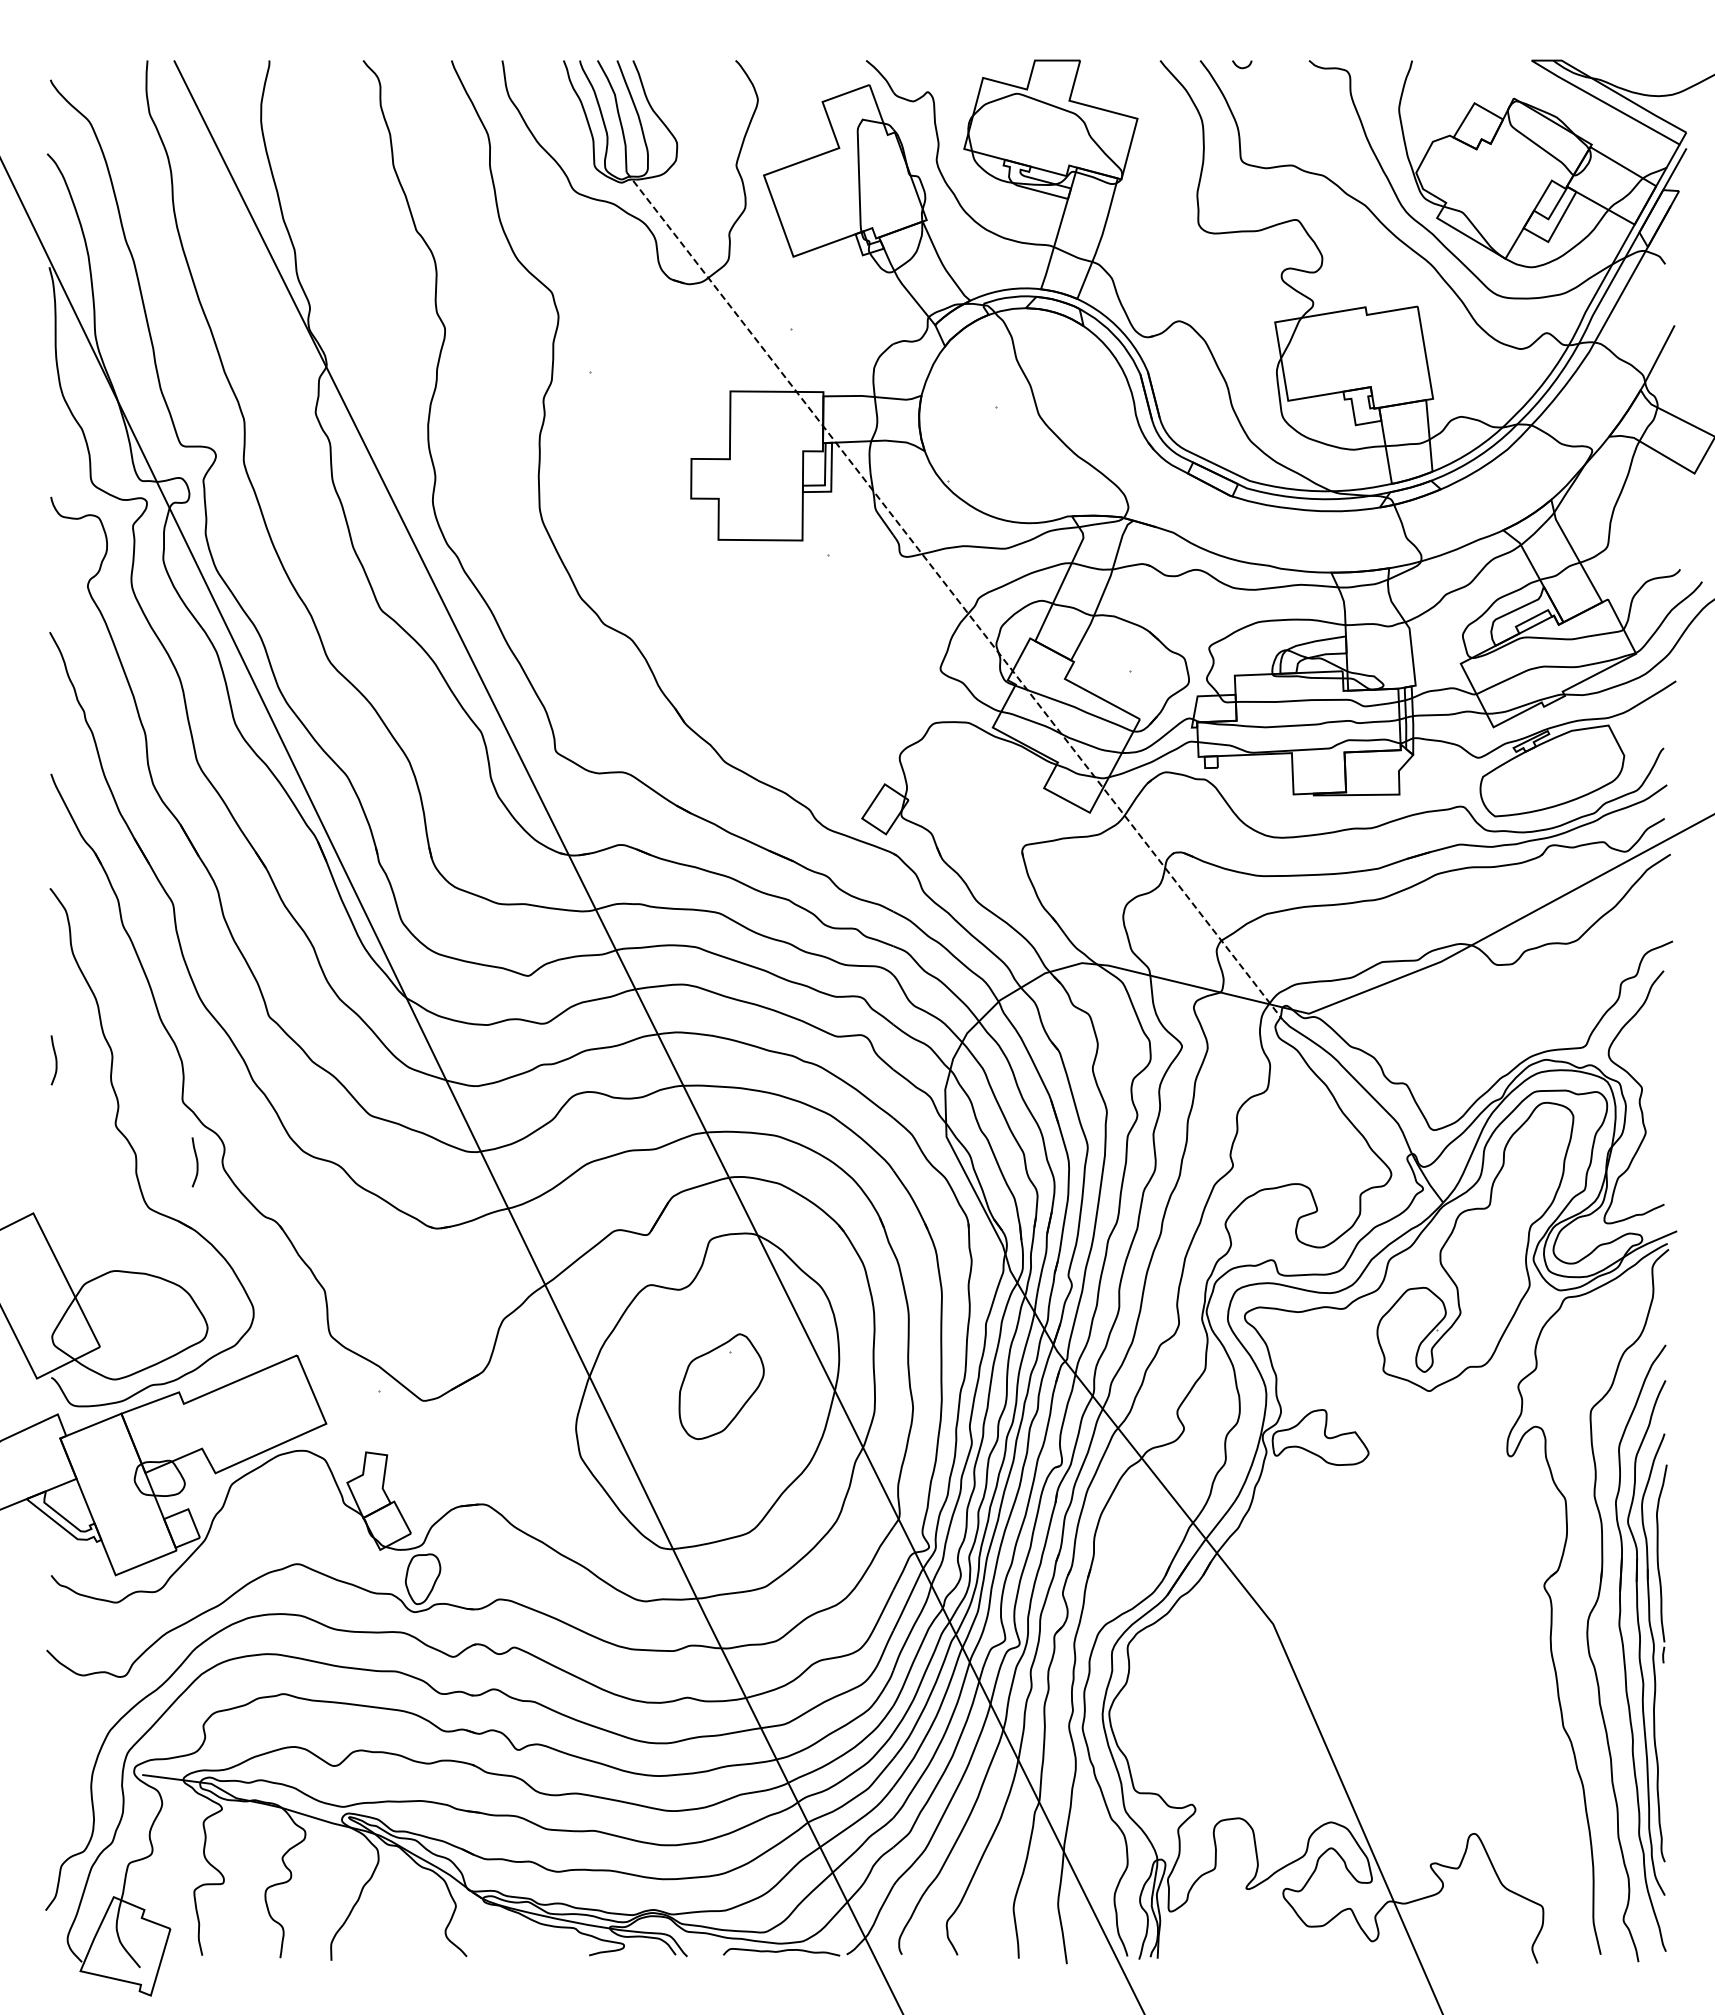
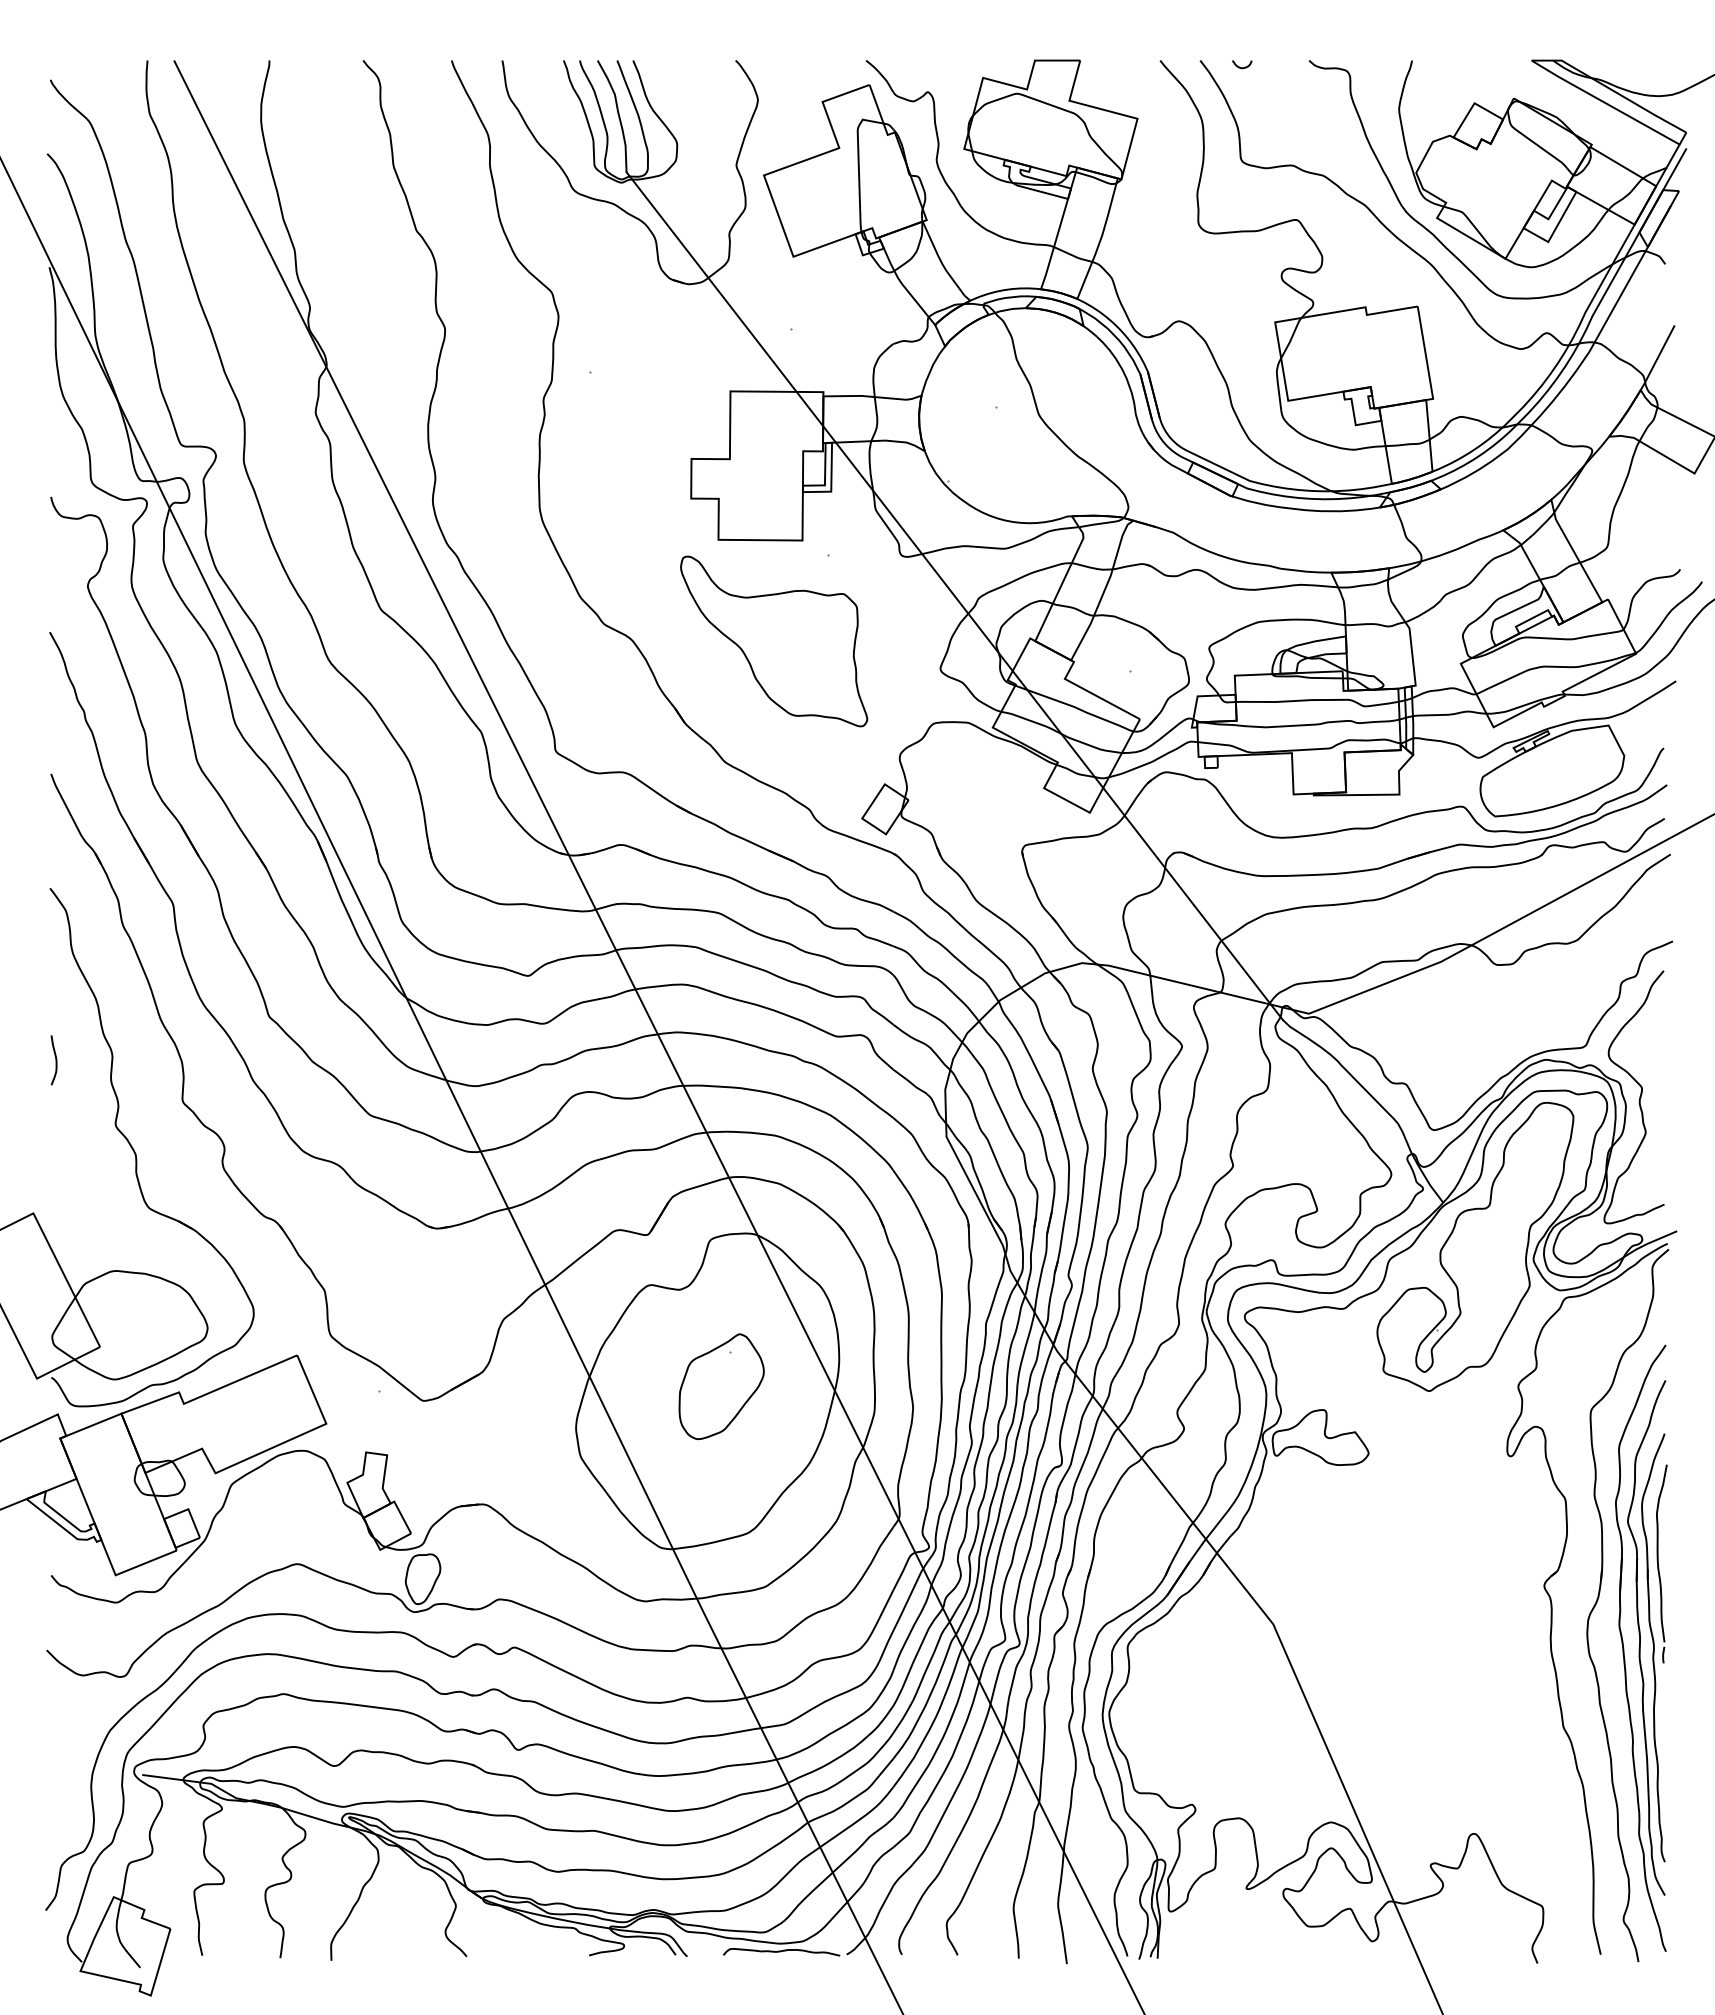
line at (955, 596): dashed -> solid
part at (774, 641): none -> present
curve at (196, 1162): present -> none
